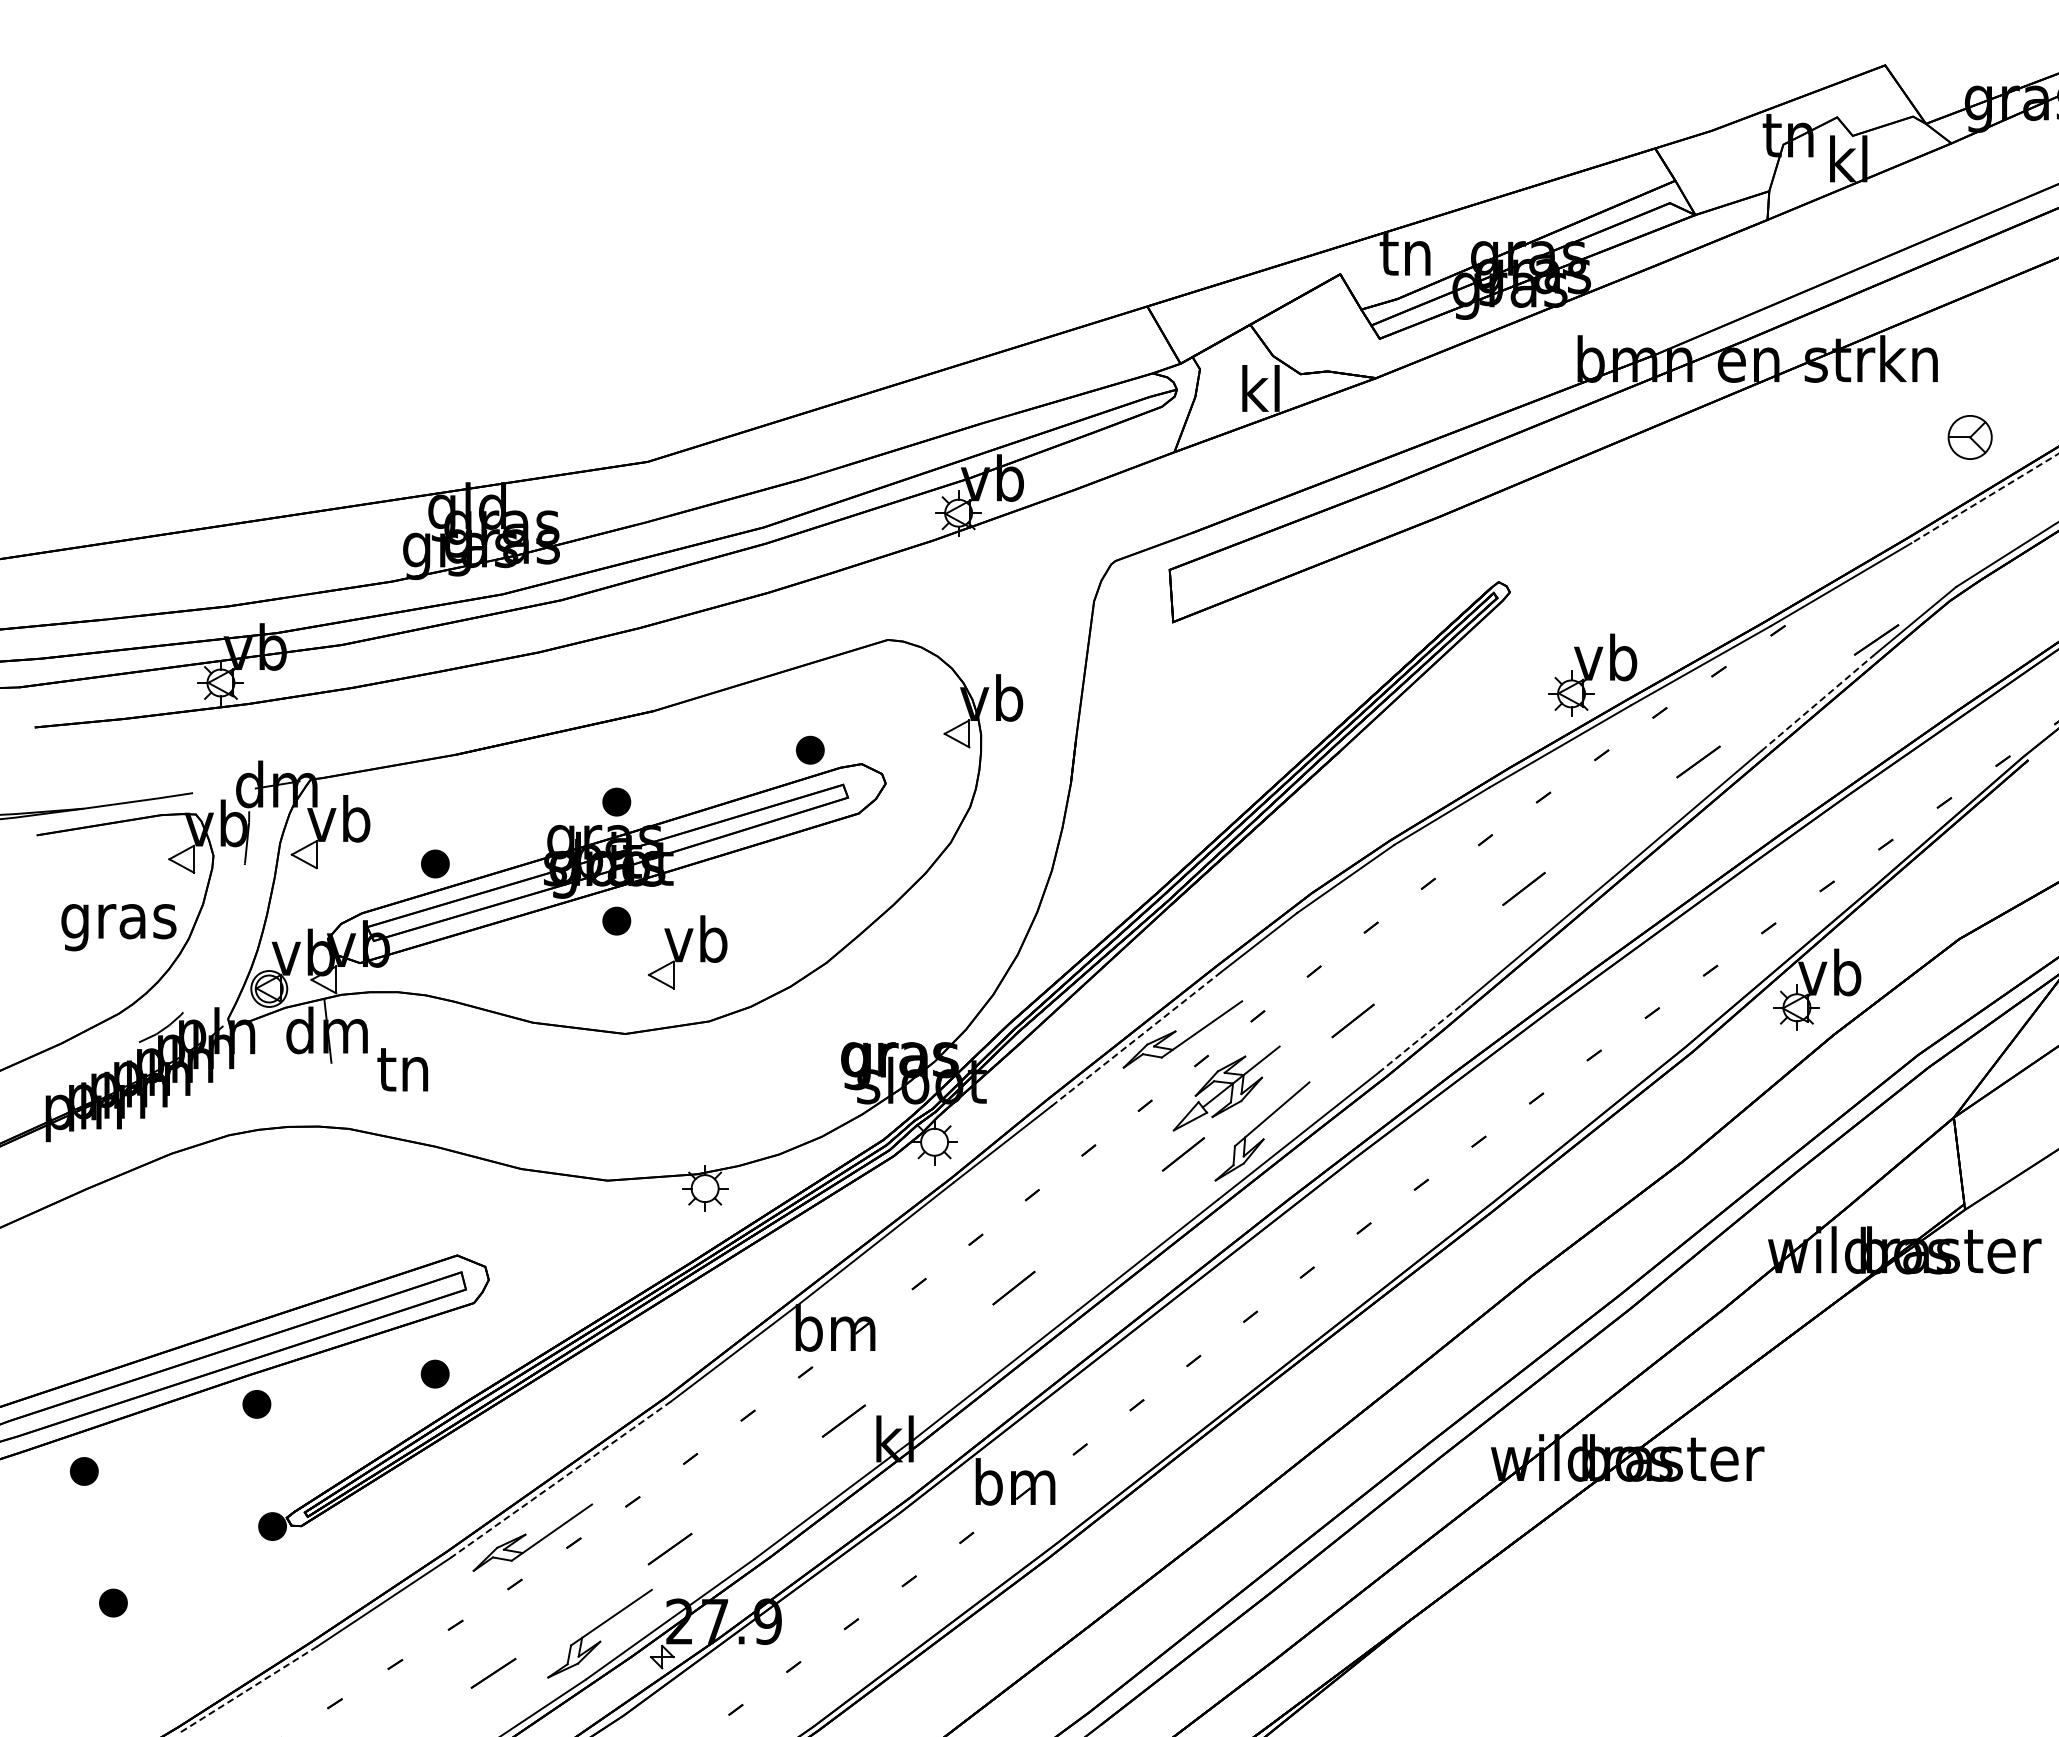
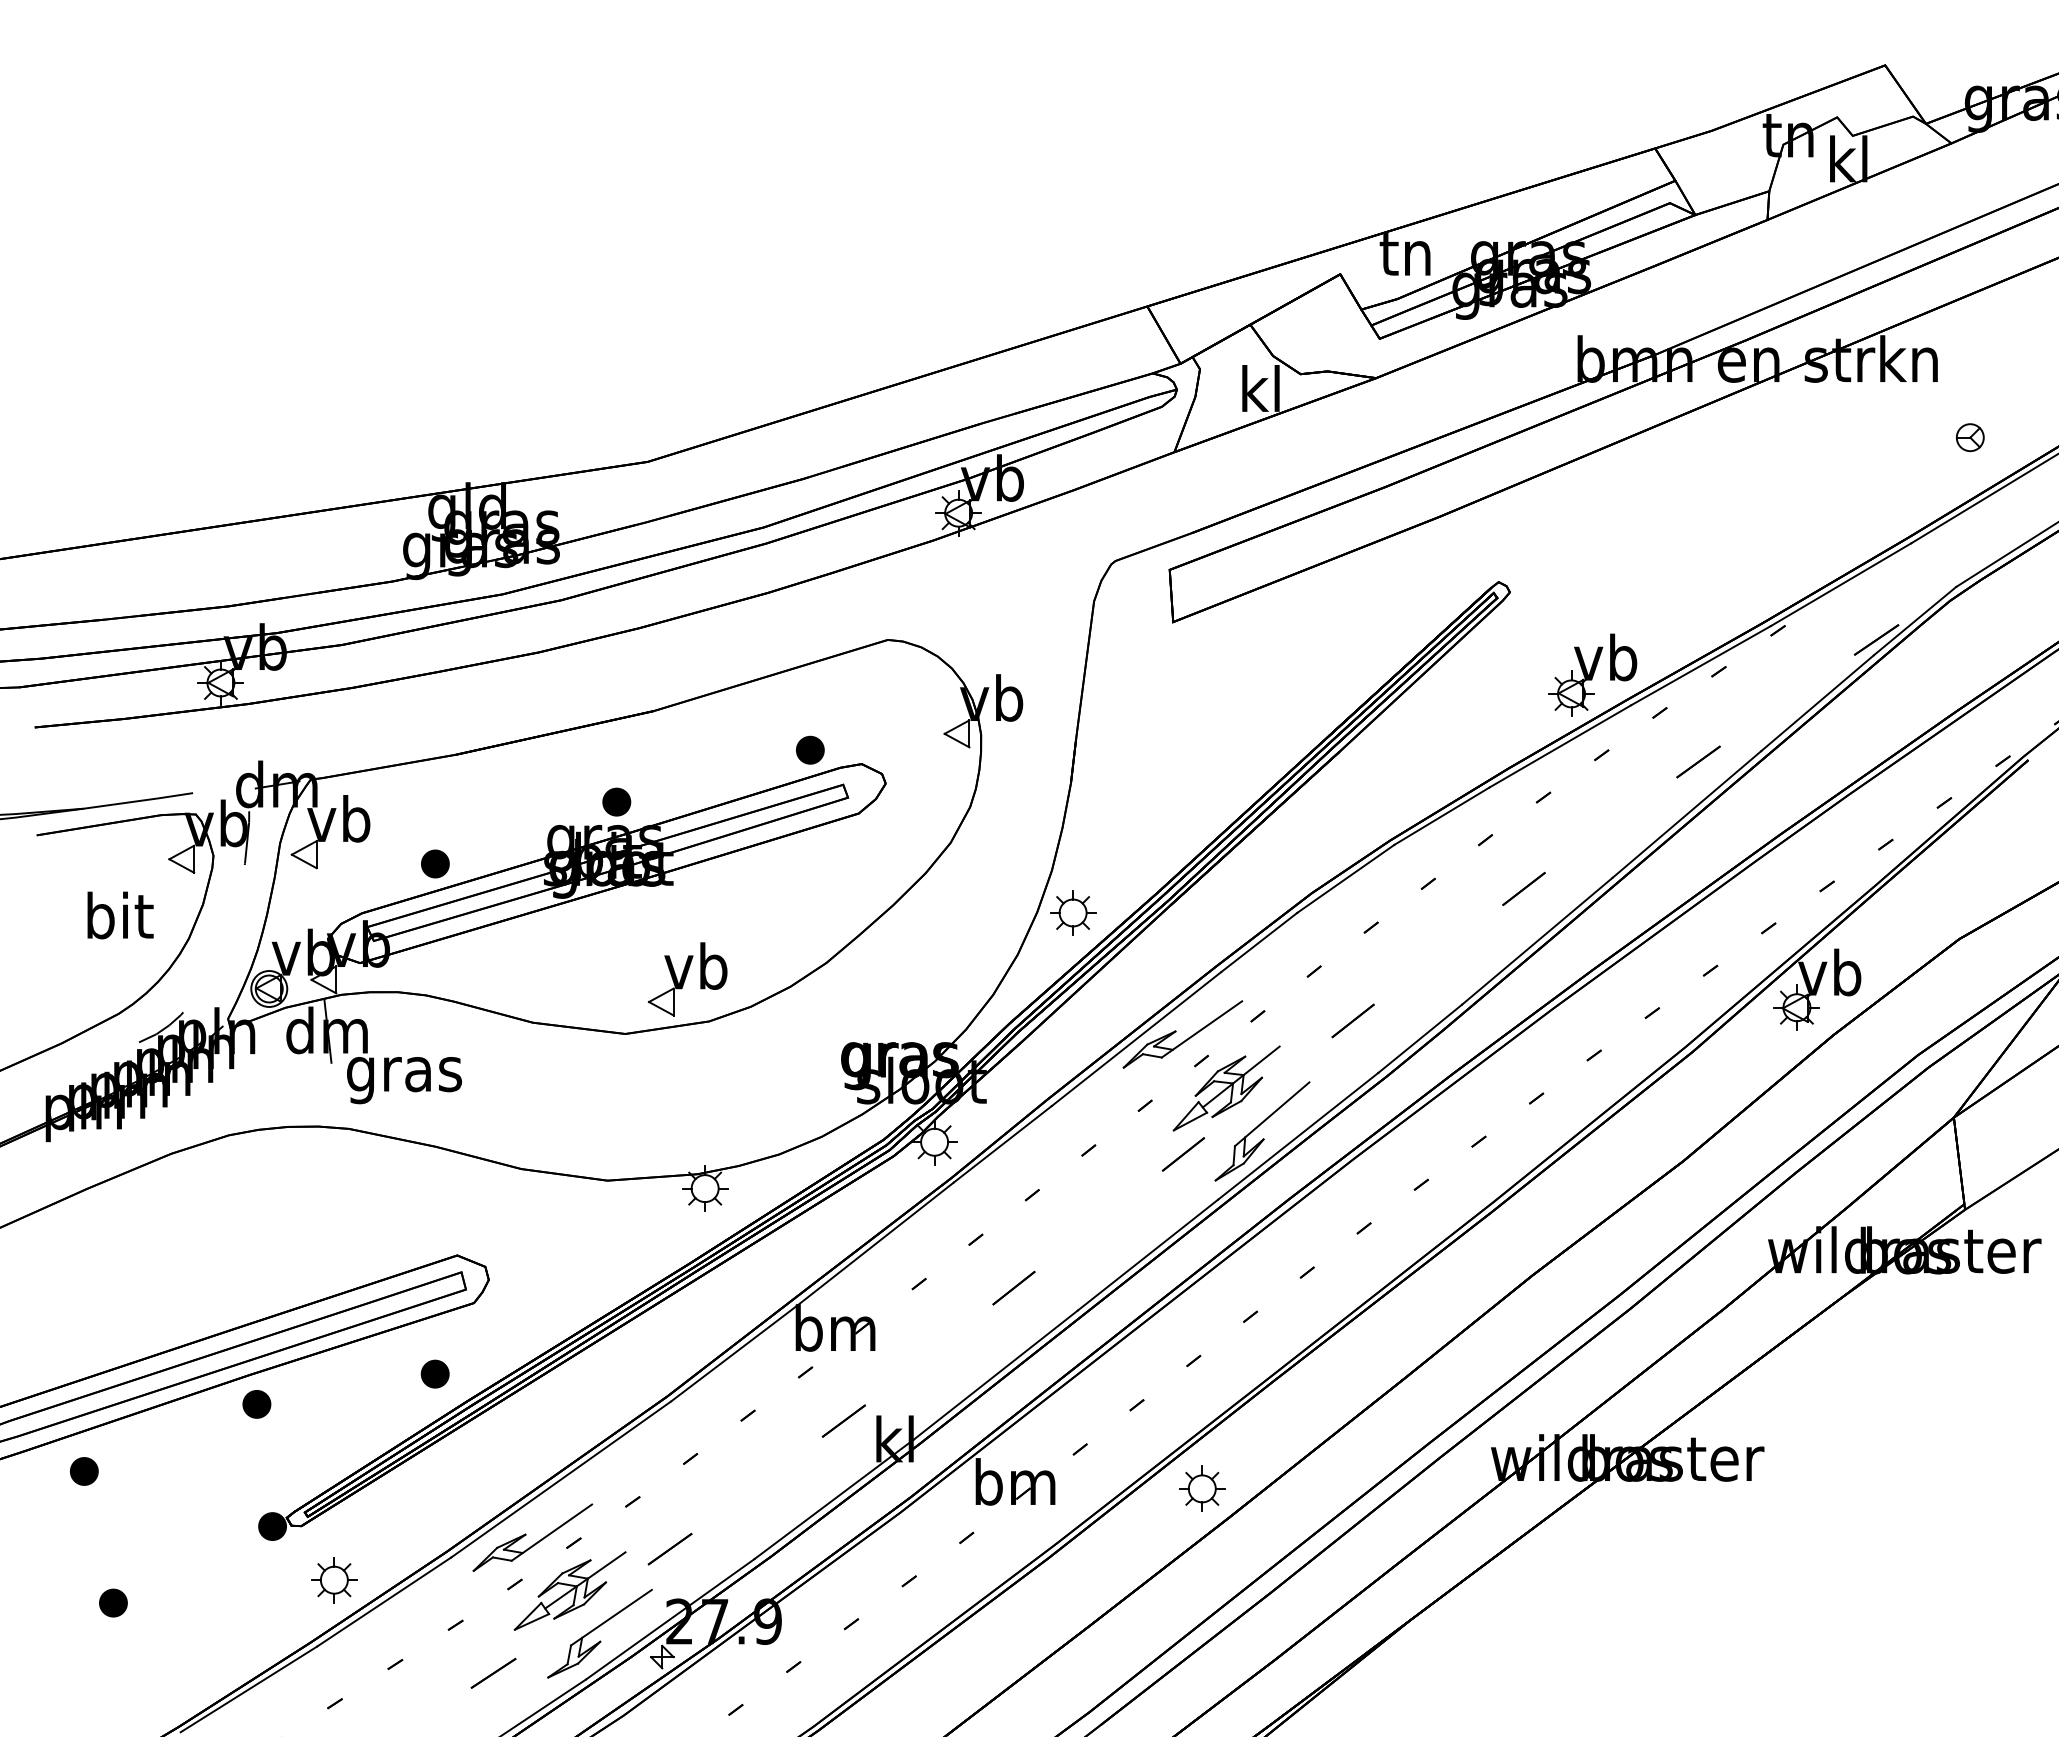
part at (1969, 437) size: 46x45 px -> 29x30 px
line at (1984, 498): dashed -> solid
line at (1817, 703): dashed -> solid
part at (1073, 912): none -> present
part at (616, 920): present -> none
text at (118, 921): gras -> bit
part at (687, 952) position: (687, 952) -> (687, 979)
line at (1420, 1038): dashed -> solid
line at (1136, 1039): dashed -> solid
text at (404, 1076): tn -> gras
line at (561, 1479): dashed -> solid
part at (1202, 1488): none -> present
part at (334, 1580): none -> present
part at (569, 1590): none -> present
line at (248, 1689): dashed -> solid
